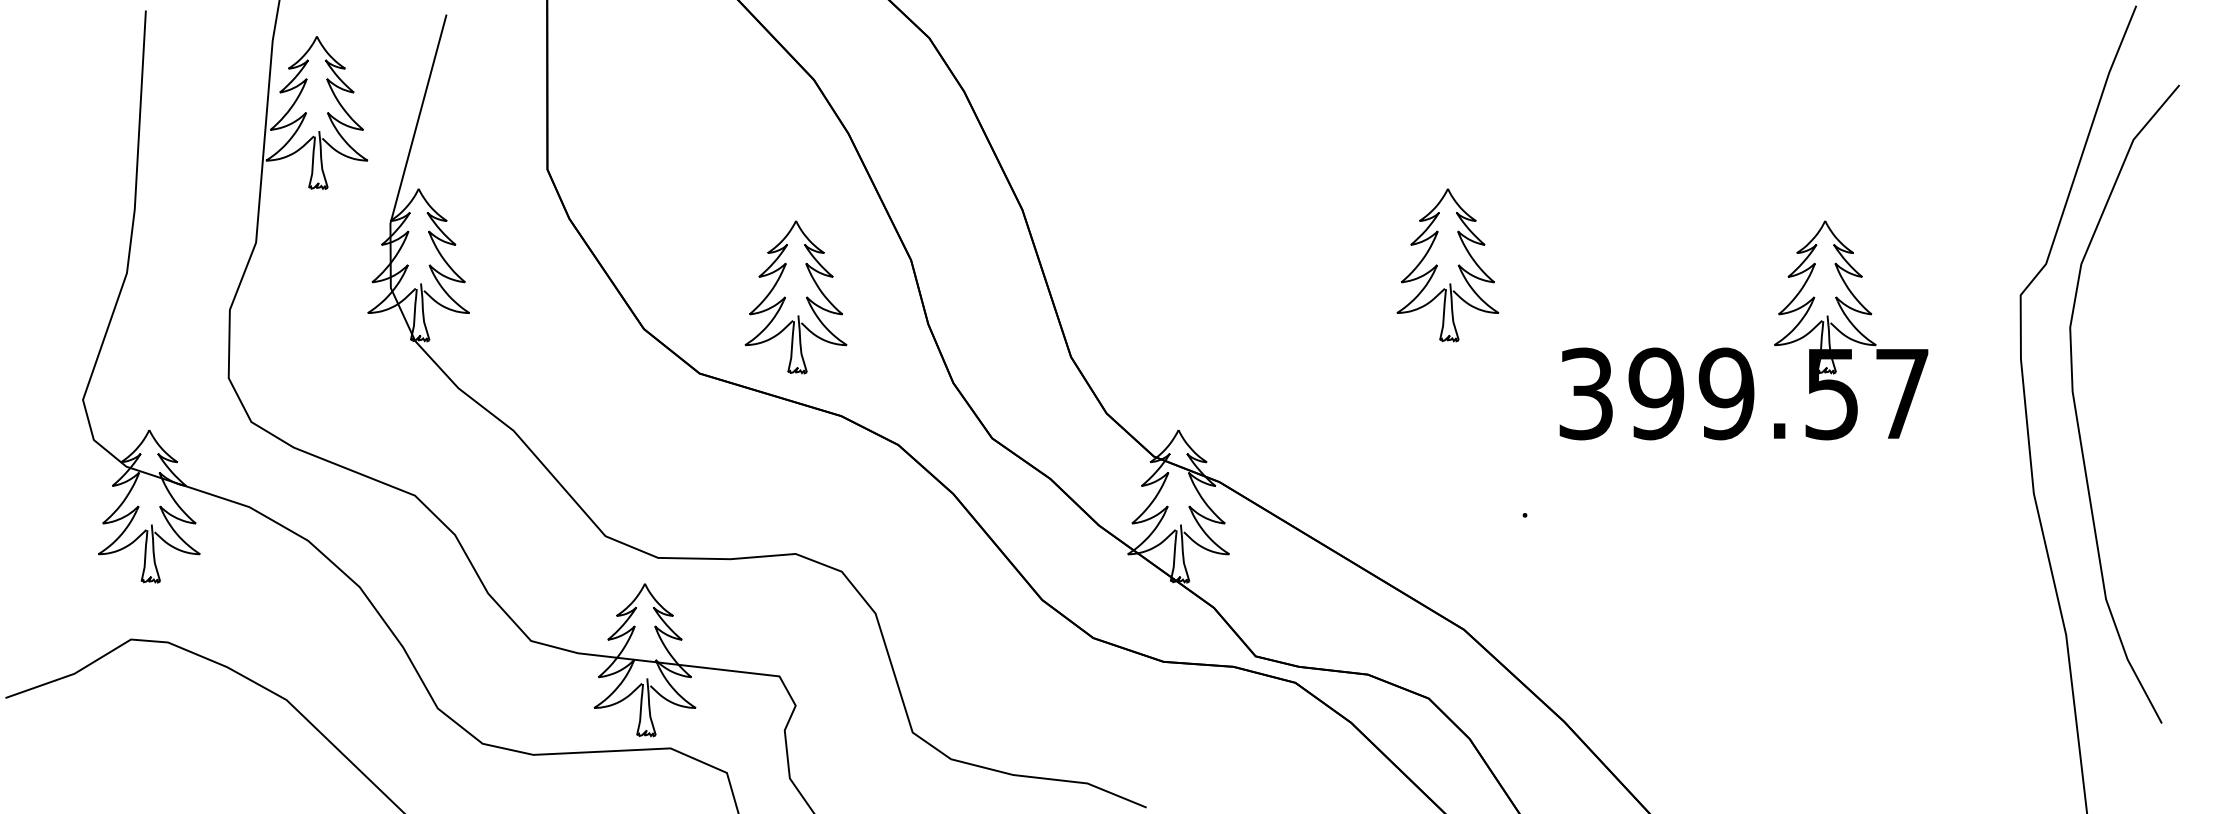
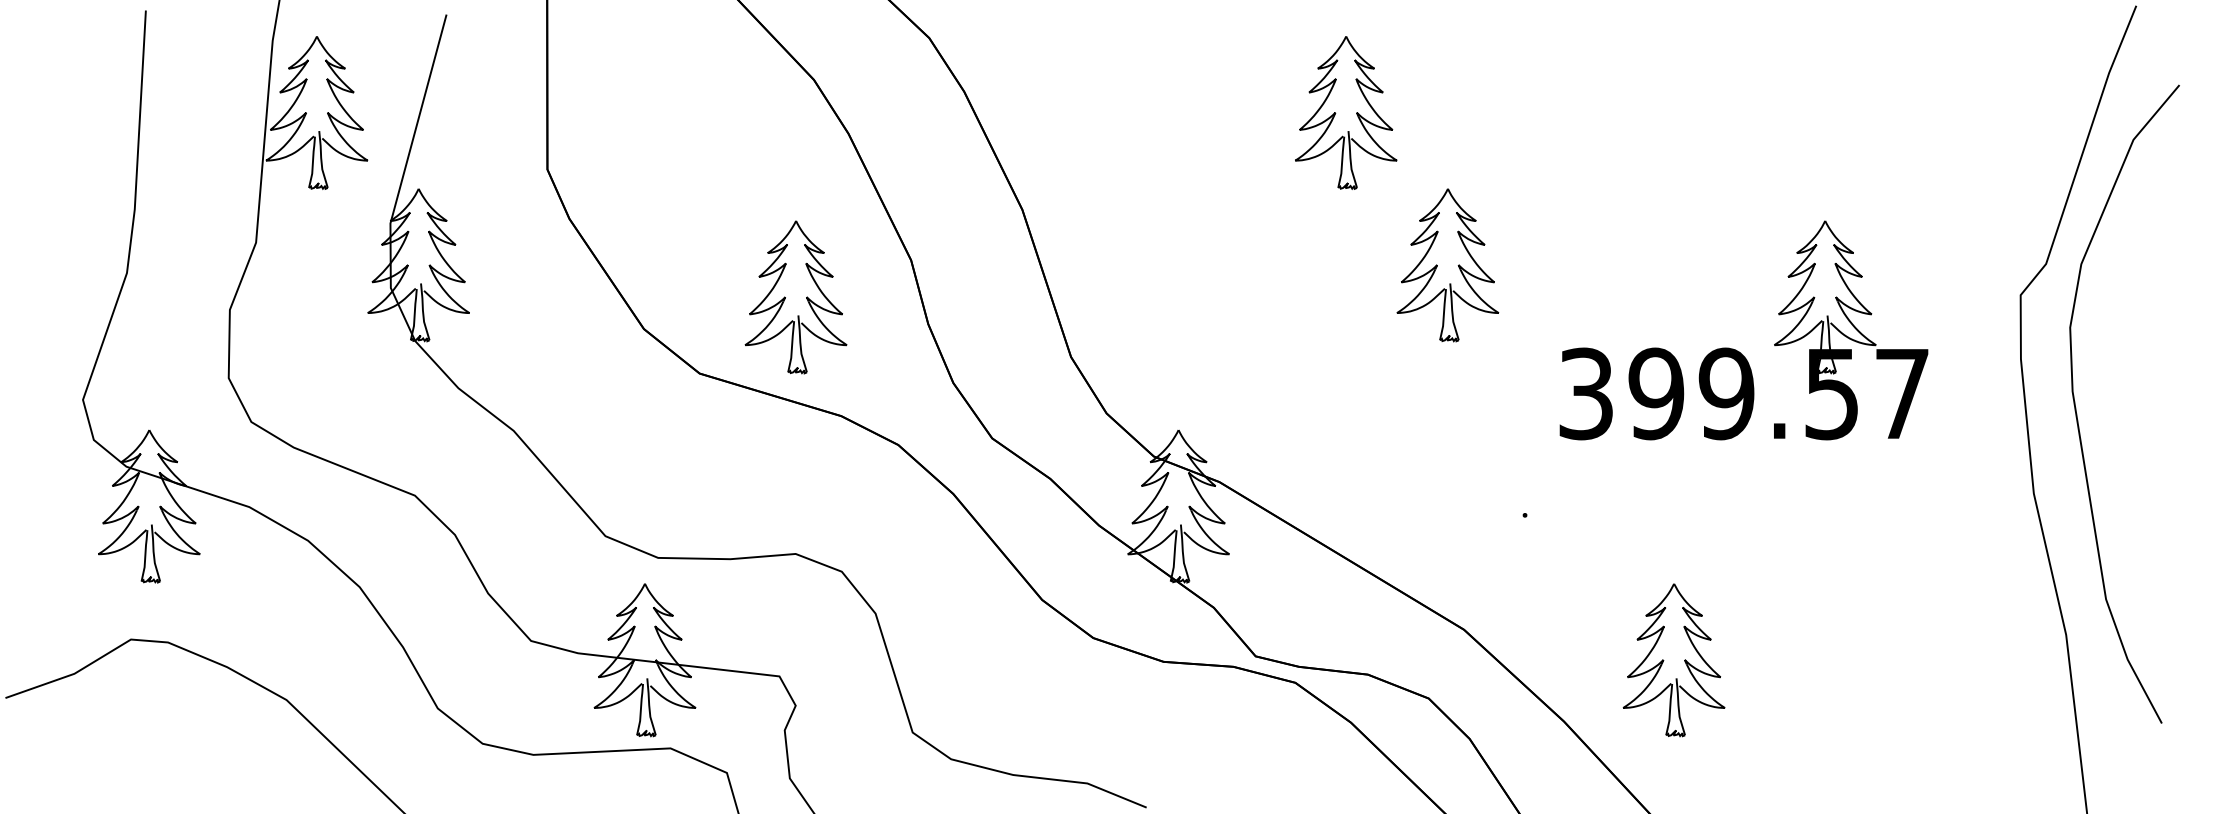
part at (1346, 112): none -> present
part at (1673, 660): none -> present
